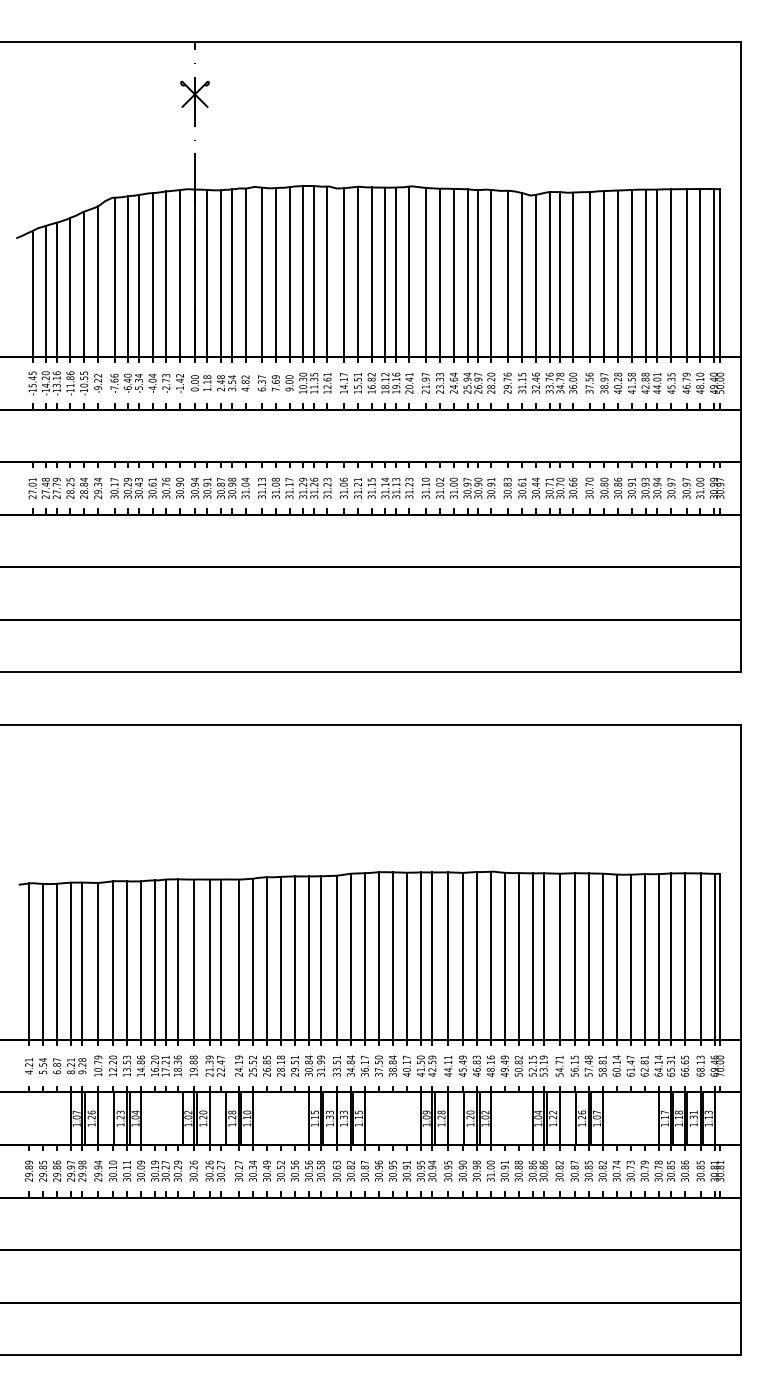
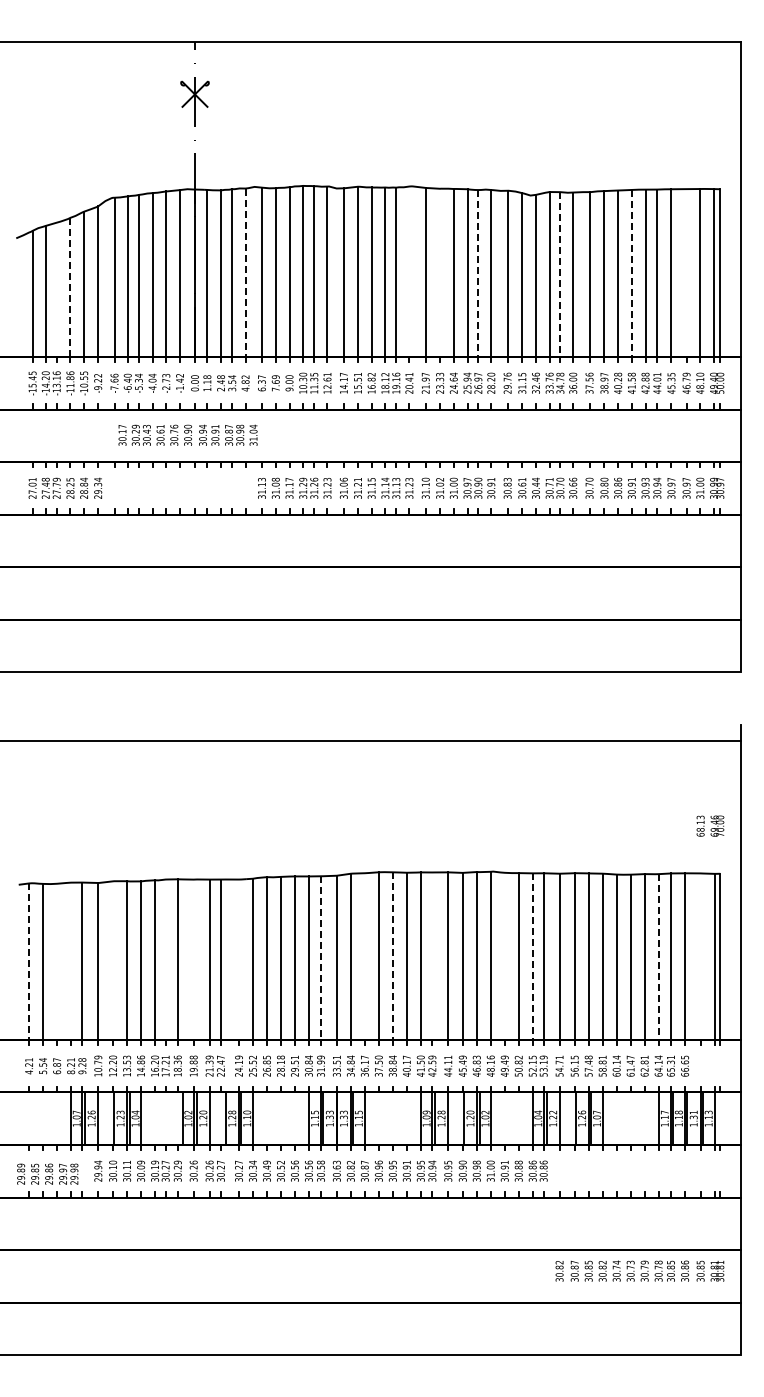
line at (409, 271): present -> none
line at (440, 272): present -> none
line at (245, 273): solid -> dashed
line at (478, 273): solid -> dashed
line at (631, 273): solid -> dashed
line at (686, 273): present -> none
line at (560, 275): solid -> dashed
line at (70, 287): solid -> dashed
line at (56, 289): present -> none
text at (179, 487) position: (179, 487) -> (187, 434)
line at (371, 724) position: (371, 724) -> (371, 740)
line at (432, 955): present -> none
line at (504, 955): present -> none
line at (364, 956): present -> none
line at (392, 956): solid -> dashed
line at (700, 956): present -> none
line at (532, 957): solid -> dashed
line at (658, 957): solid -> dashed
line at (321, 958): solid -> dashed
line at (165, 959): present -> none
line at (193, 959): present -> none
line at (238, 959): present -> none
line at (71, 960): present -> none
line at (113, 960): present -> none
line at (57, 961): present -> none
line at (29, 962): solid -> dashed
text at (710, 1065) position: (710, 1065) -> (710, 825)
text at (55, 1170) position: (55, 1170) -> (47, 1173)
text at (639, 1170) position: (639, 1170) -> (639, 1270)
